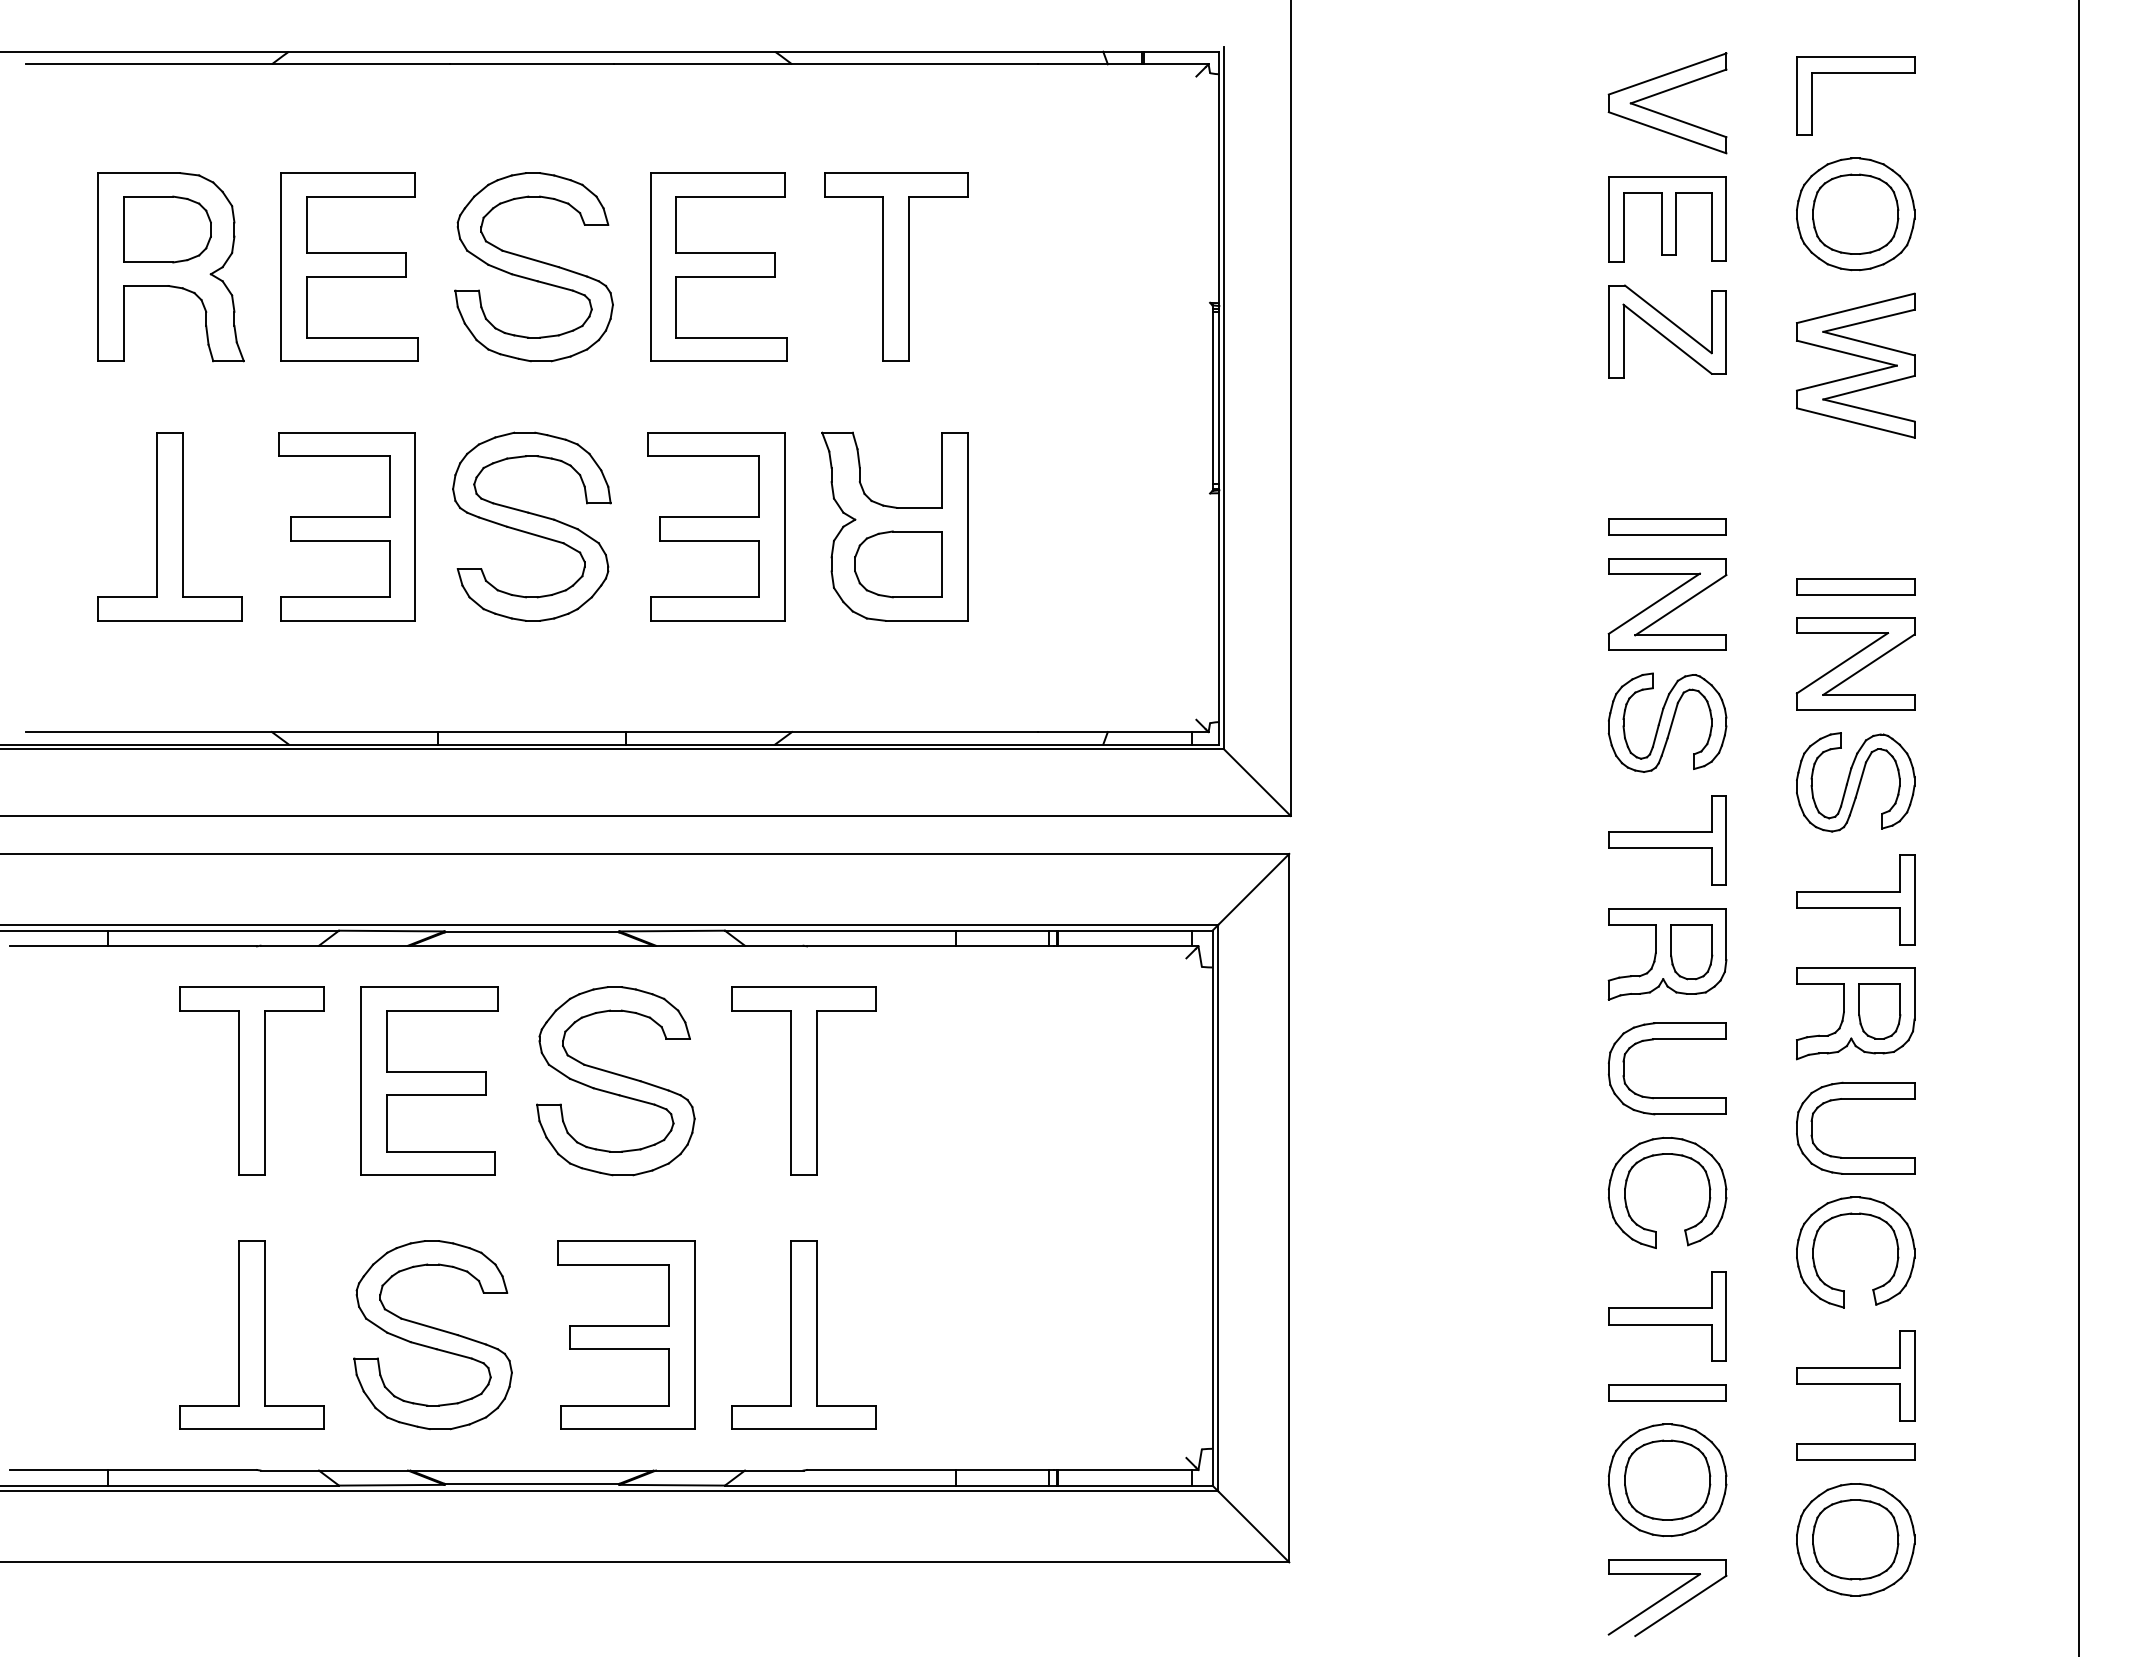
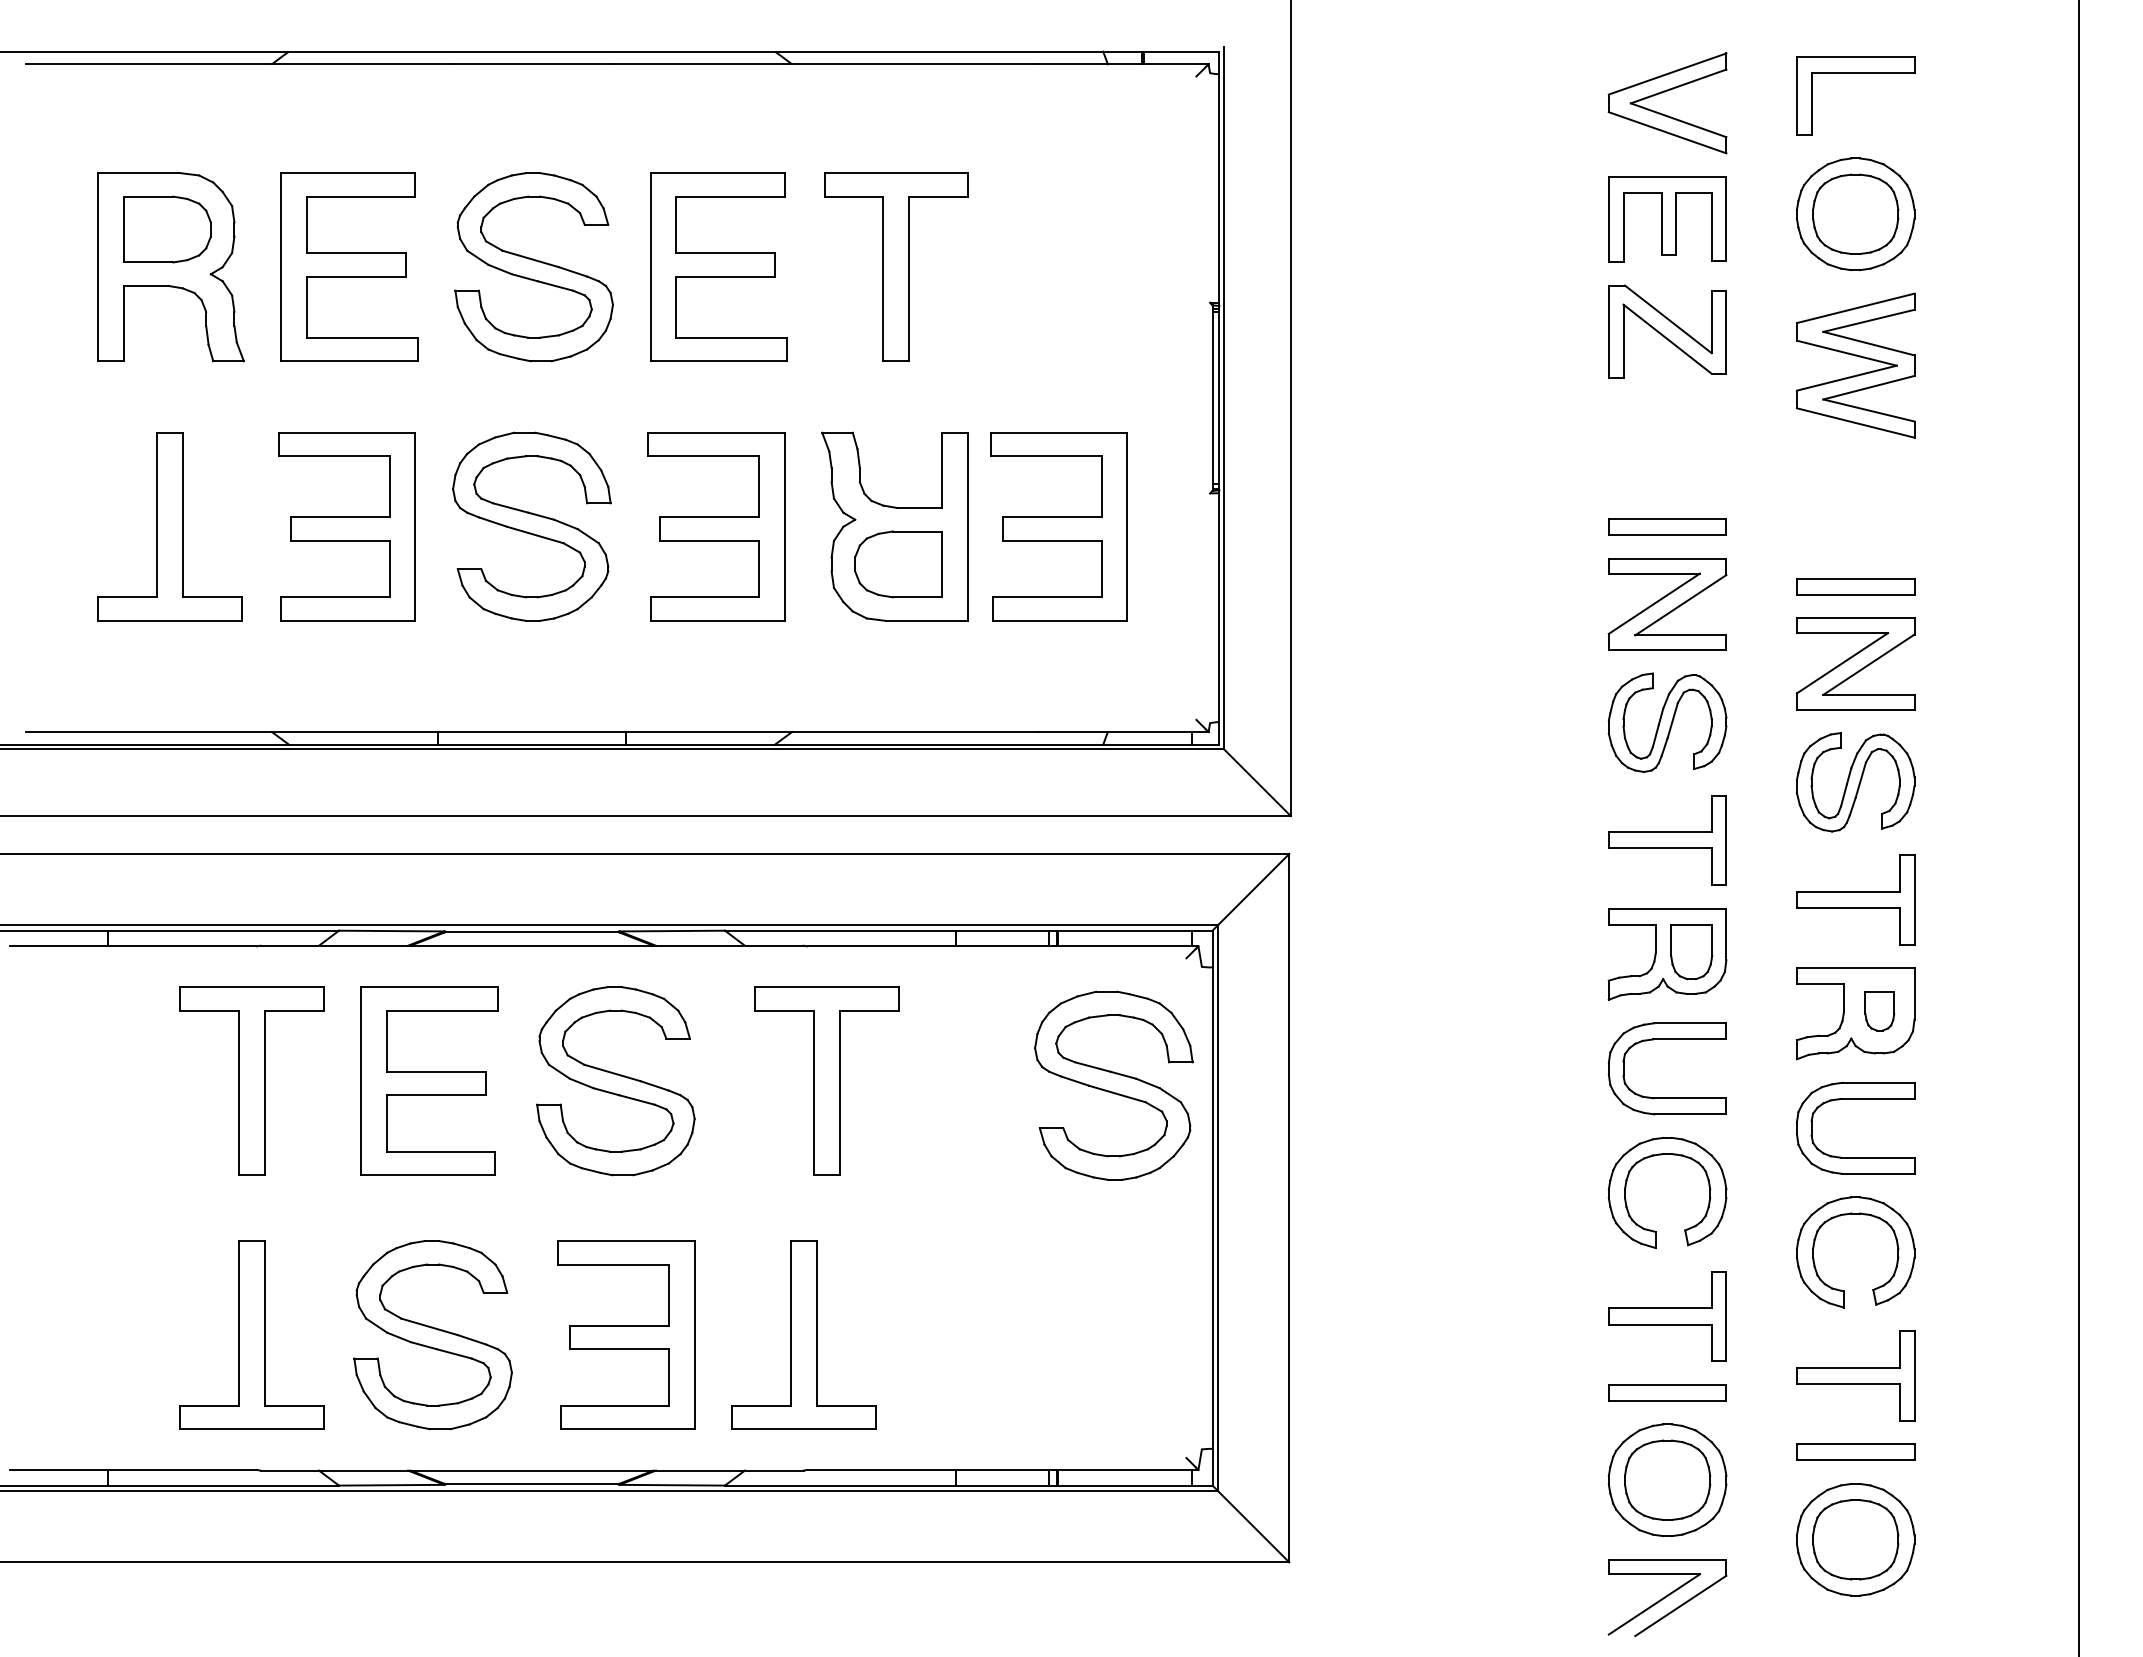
part at (1058, 526): none -> present
part at (1879, 1011) size: 44x57 px -> 32x41 px
part at (803, 1080) position: (803, 1080) -> (826, 1080)
part at (1113, 1085): none -> present
